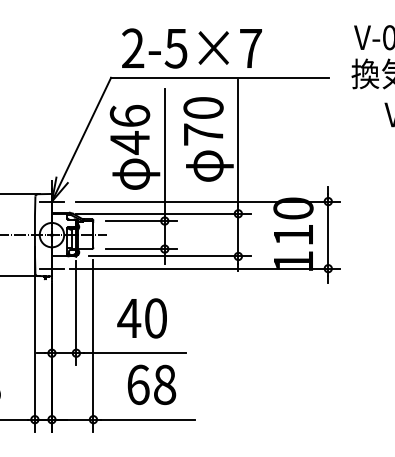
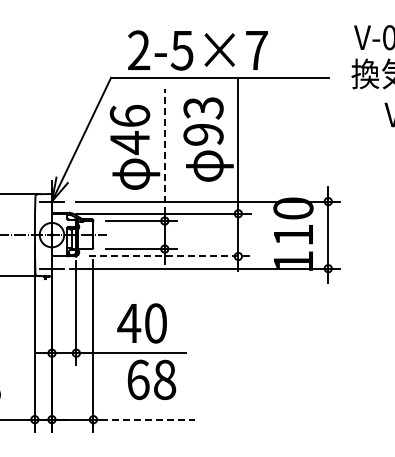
text at (191, 48) position: (191, 48) -> (197, 50)
text at (203, 121): 70 -> 93
line at (164, 150): solid -> dashed
line at (169, 256): solid -> dashed
text at (141, 318) position: (141, 318) -> (141, 323)
text at (151, 384) position: (151, 384) -> (151, 379)
line at (148, 419): solid -> dashed
